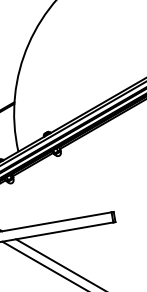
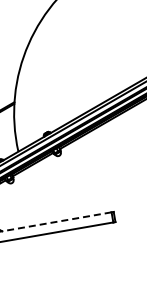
line at (55, 222): solid -> dashed
line at (58, 263): present -> none
line at (42, 264): present -> none
